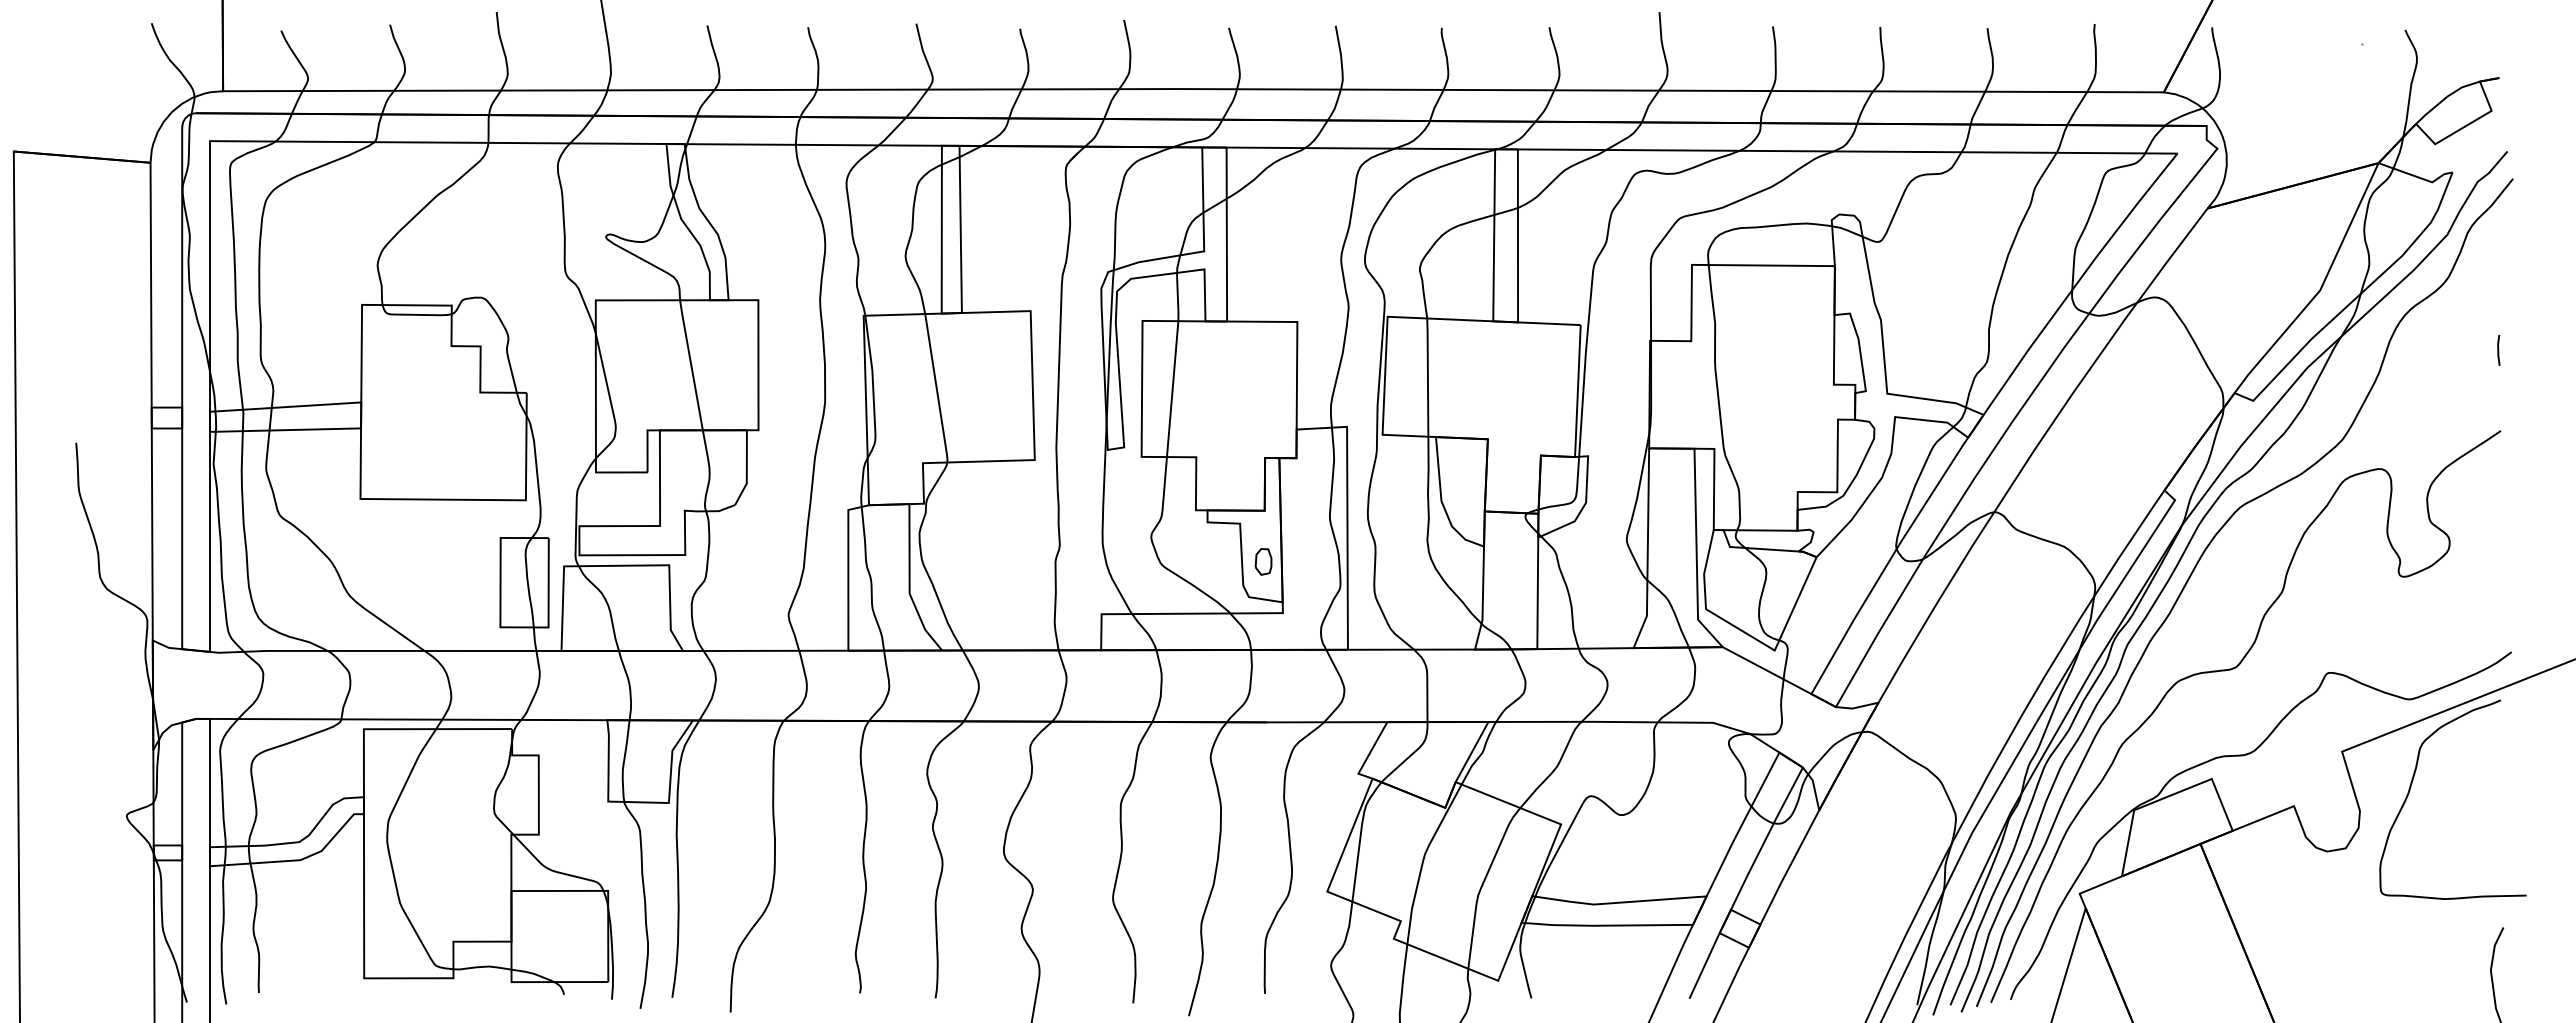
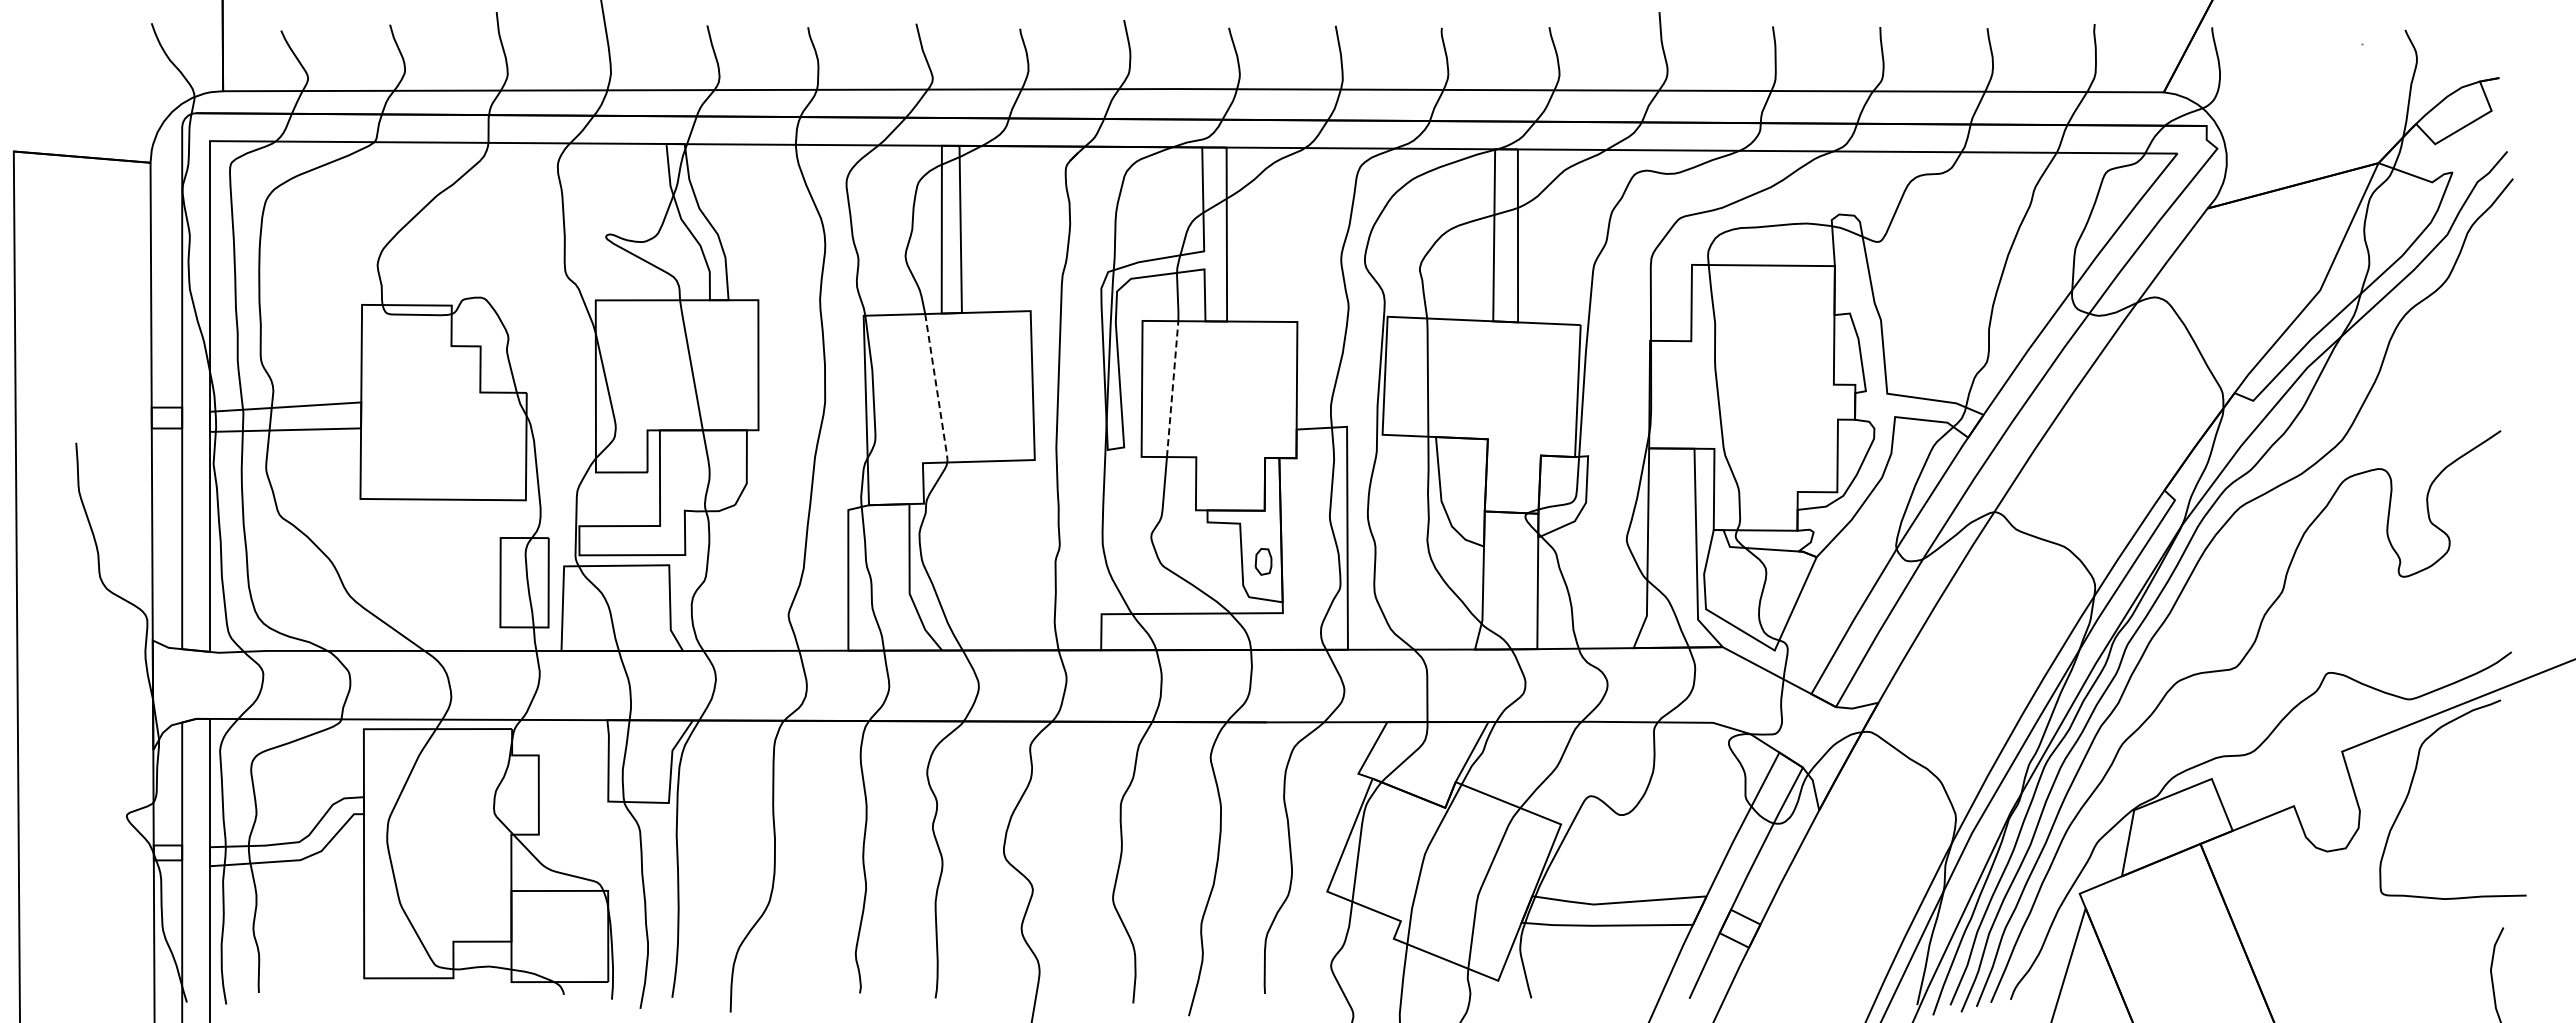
line at (2498, 350): present -> none
line at (1172, 388): solid -> dashed
line at (936, 389): solid -> dashed
